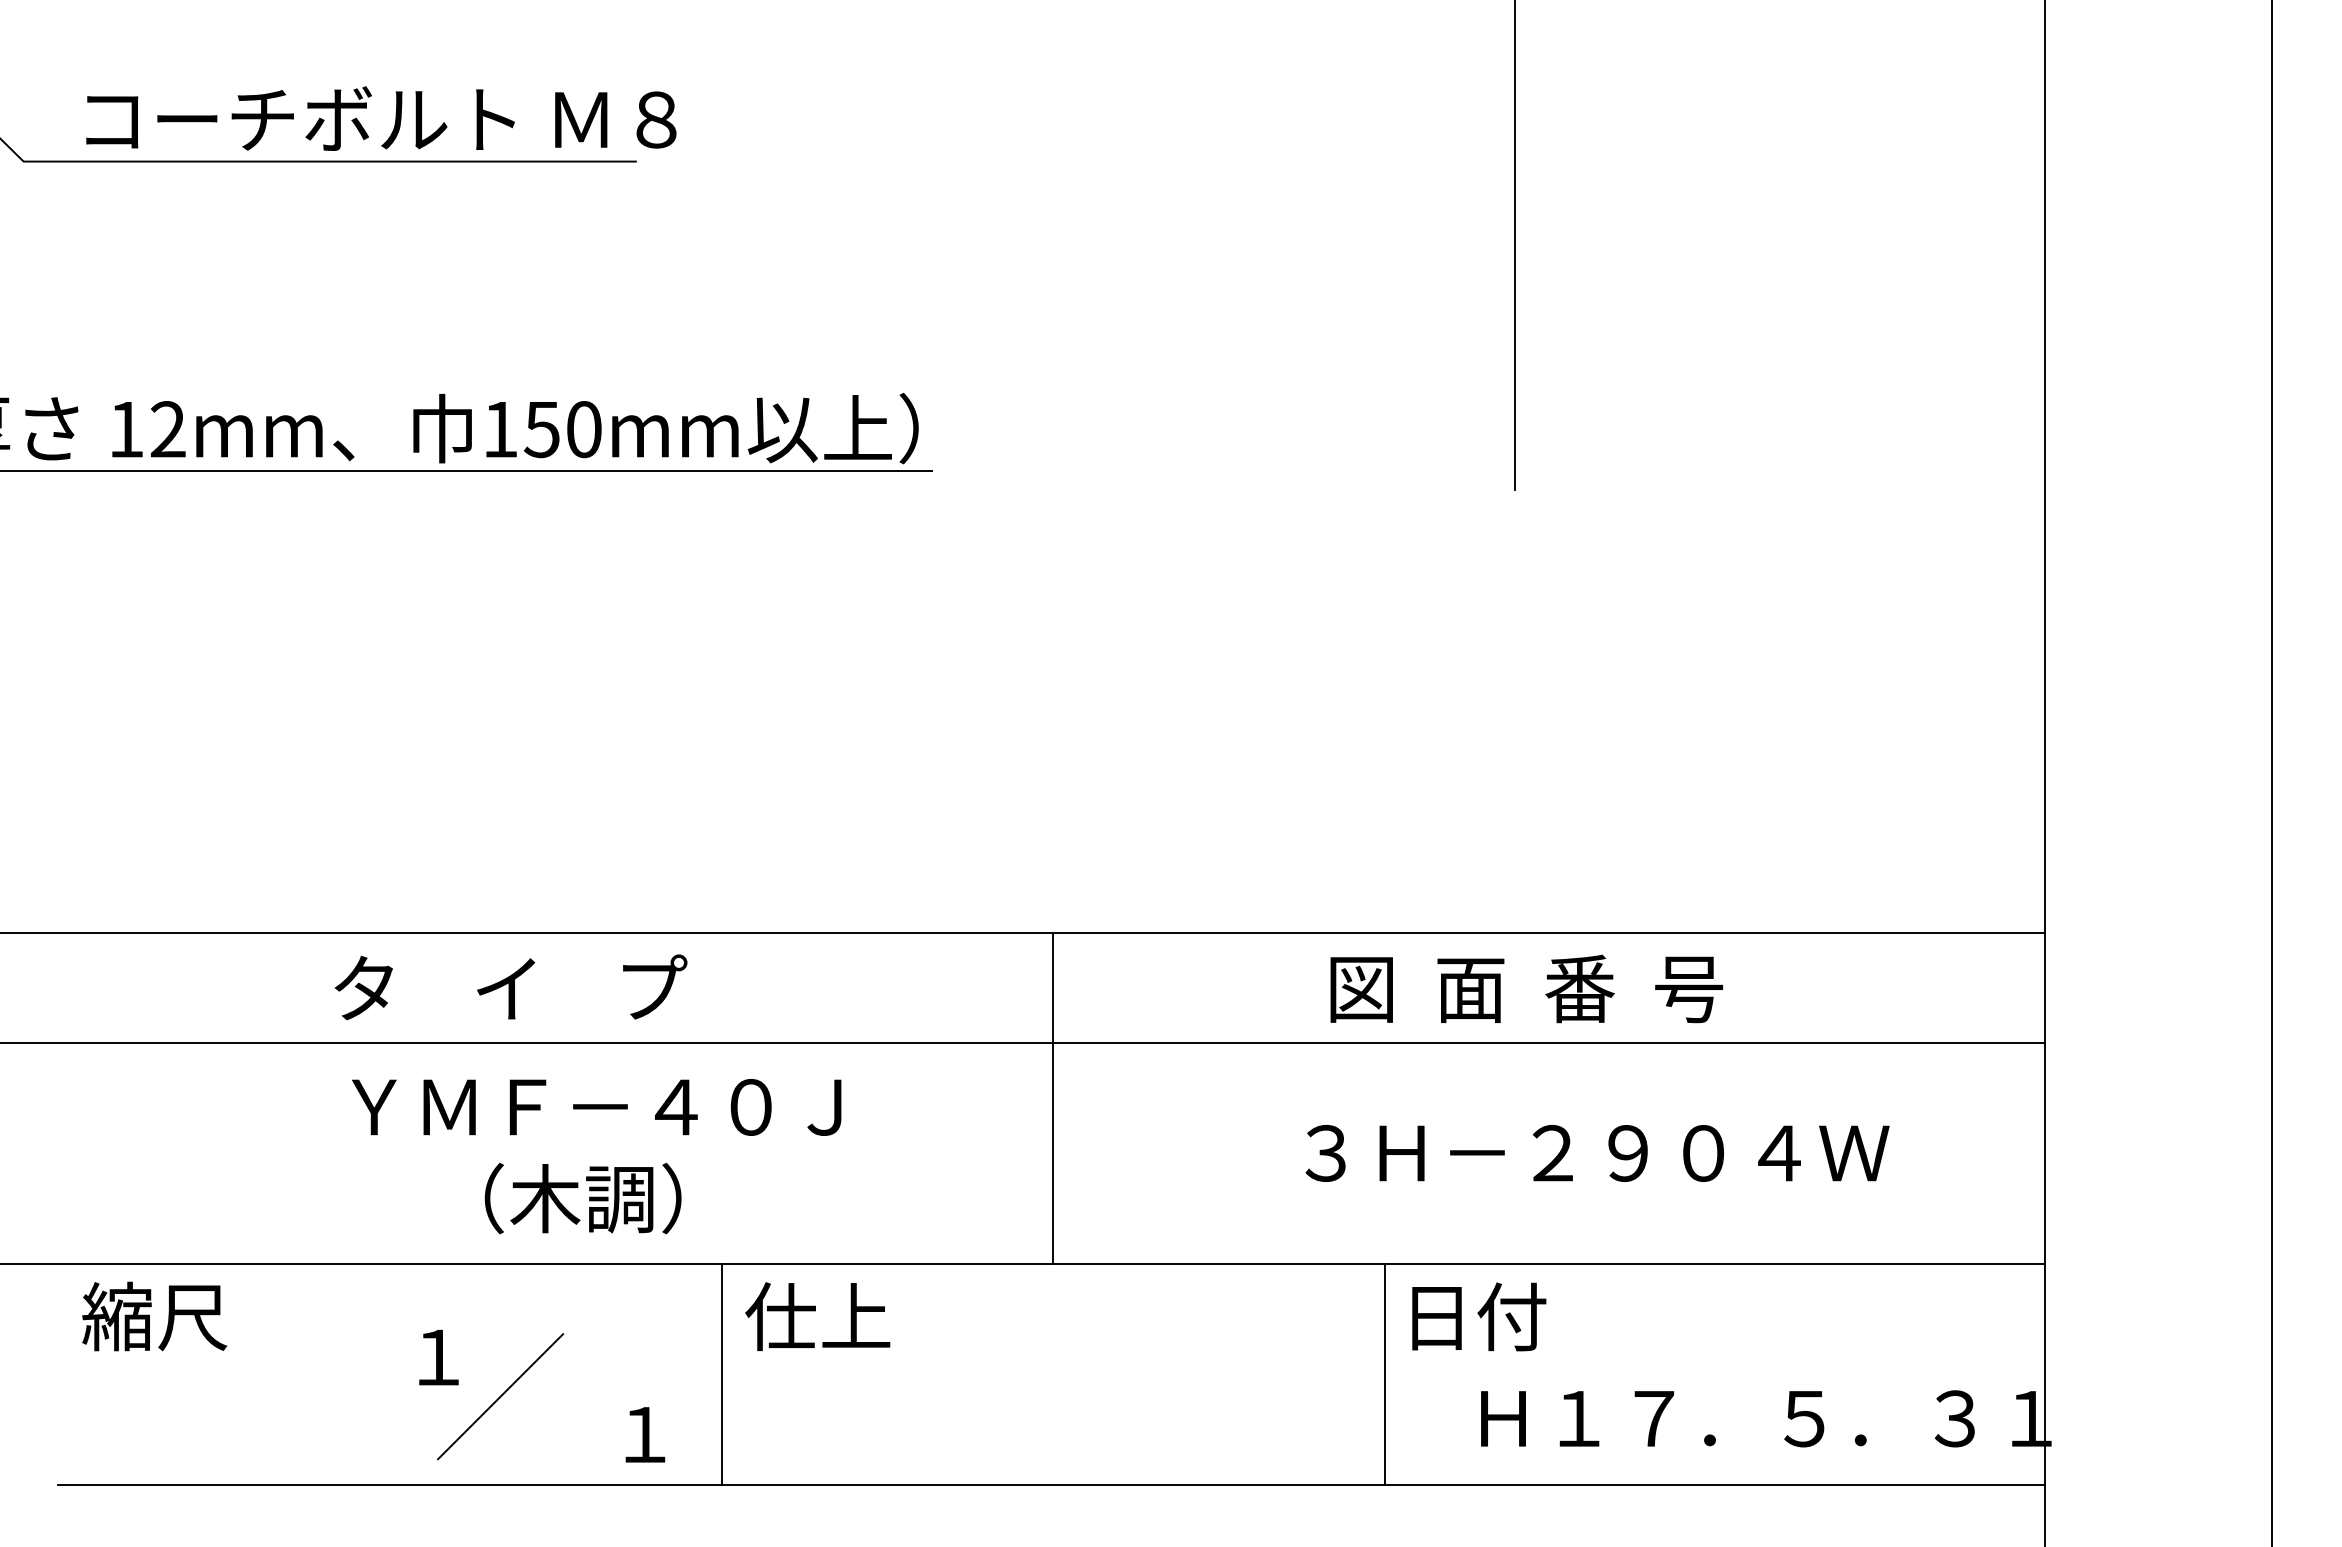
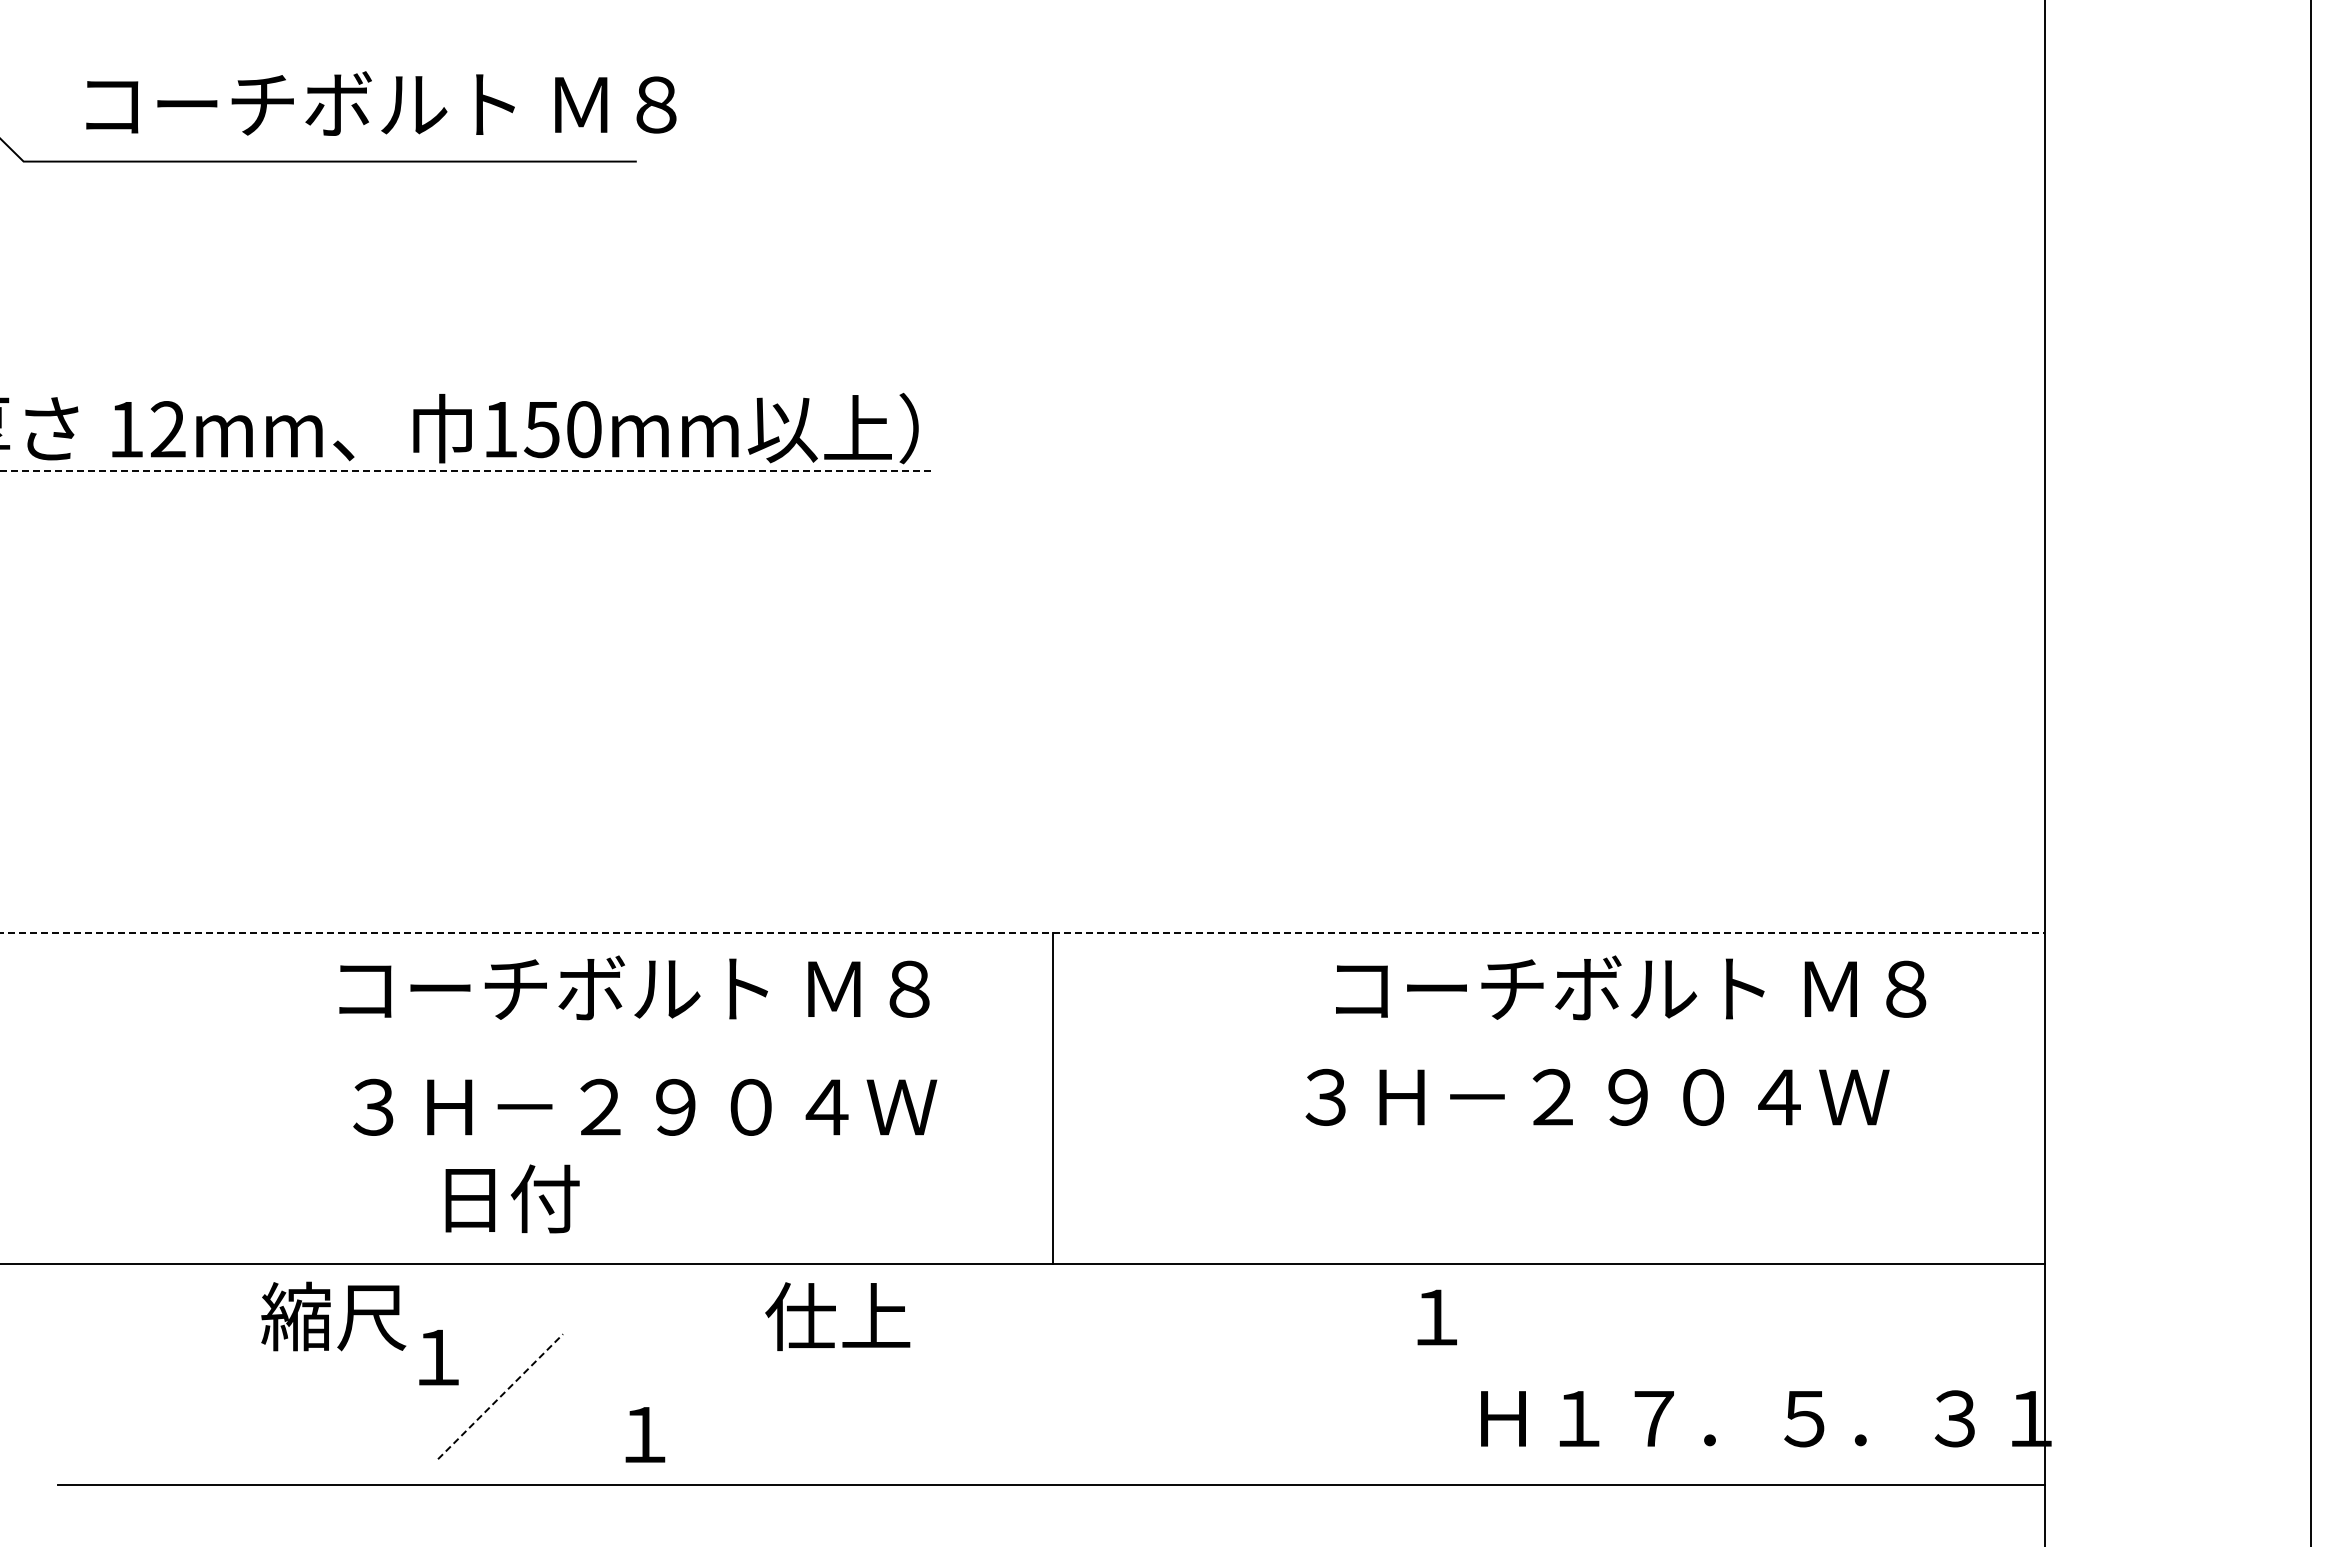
text at (381, 118) position: (381, 118) -> (381, 103)
line at (1514, 246): present -> none
line at (467, 471): solid -> dashed
line at (2271, 772) position: (2271, 772) -> (2310, 772)
line at (1023, 932): solid -> dashed
text at (631, 987): タ    イ    プ -> コーチボルト Ｍ８
text at (1628, 988): 図  面  番  号 -> コーチボルト Ｍ８
line at (1023, 1043): present -> none
text at (644, 1106): ＹＭＦ－４０Ｊ -> ３Ｈ－２９０４Ｗ
text at (1597, 1152) position: (1597, 1152) -> (1597, 1096)
text at (563, 1198): （木調） -> 日付
text at (154, 1316) position: (154, 1316) -> (333, 1316)
text at (817, 1316) position: (817, 1316) -> (837, 1316)
text at (1479, 1316): 日付 -> １
line at (721, 1374): present -> none
line at (1384, 1374): present -> none
line at (500, 1396): solid -> dashed
